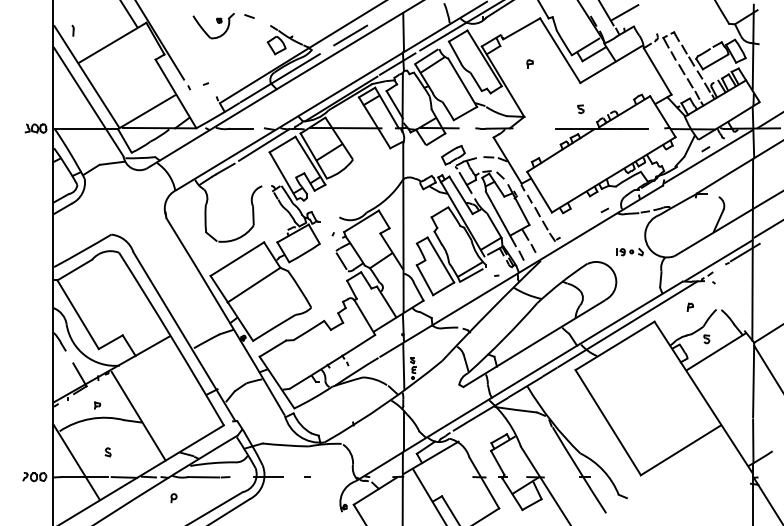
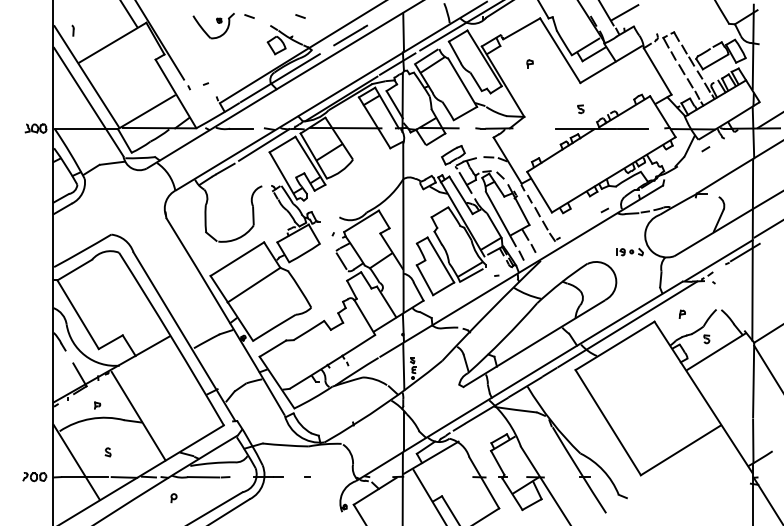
line at (300, 16): none -> present
line at (708, 156): present -> none
part at (689, 306) position: (689, 306) -> (681, 313)
